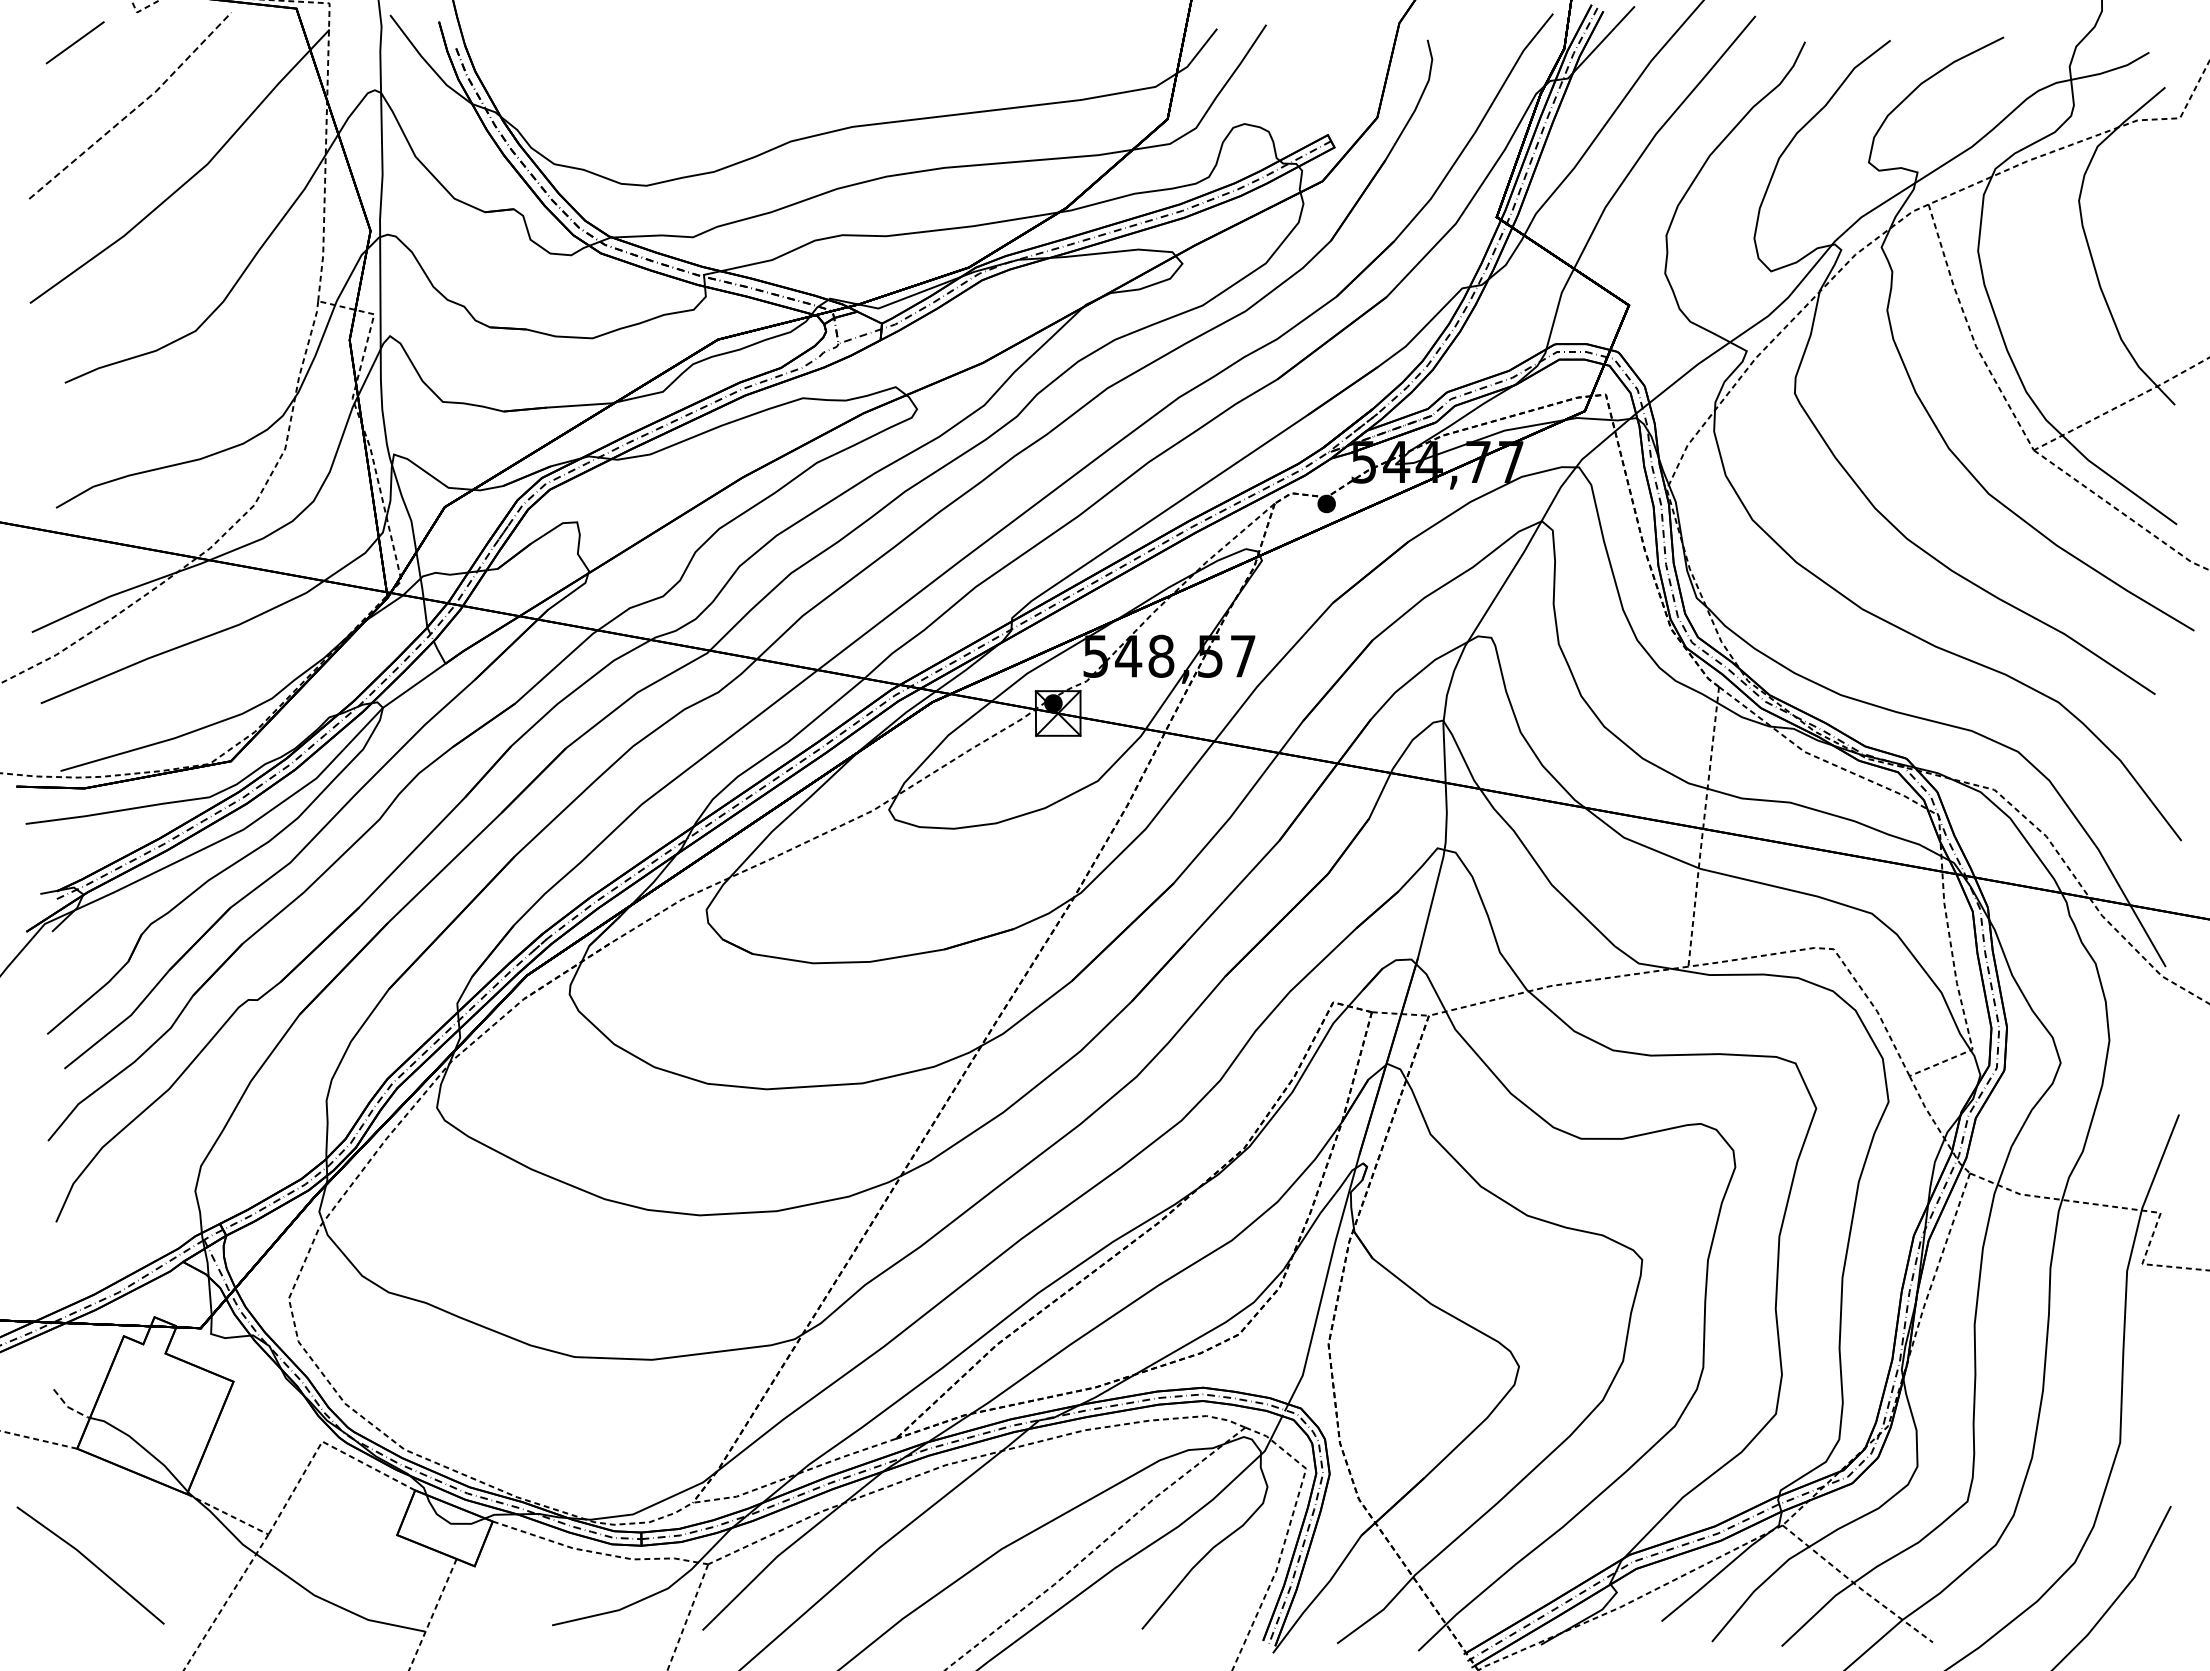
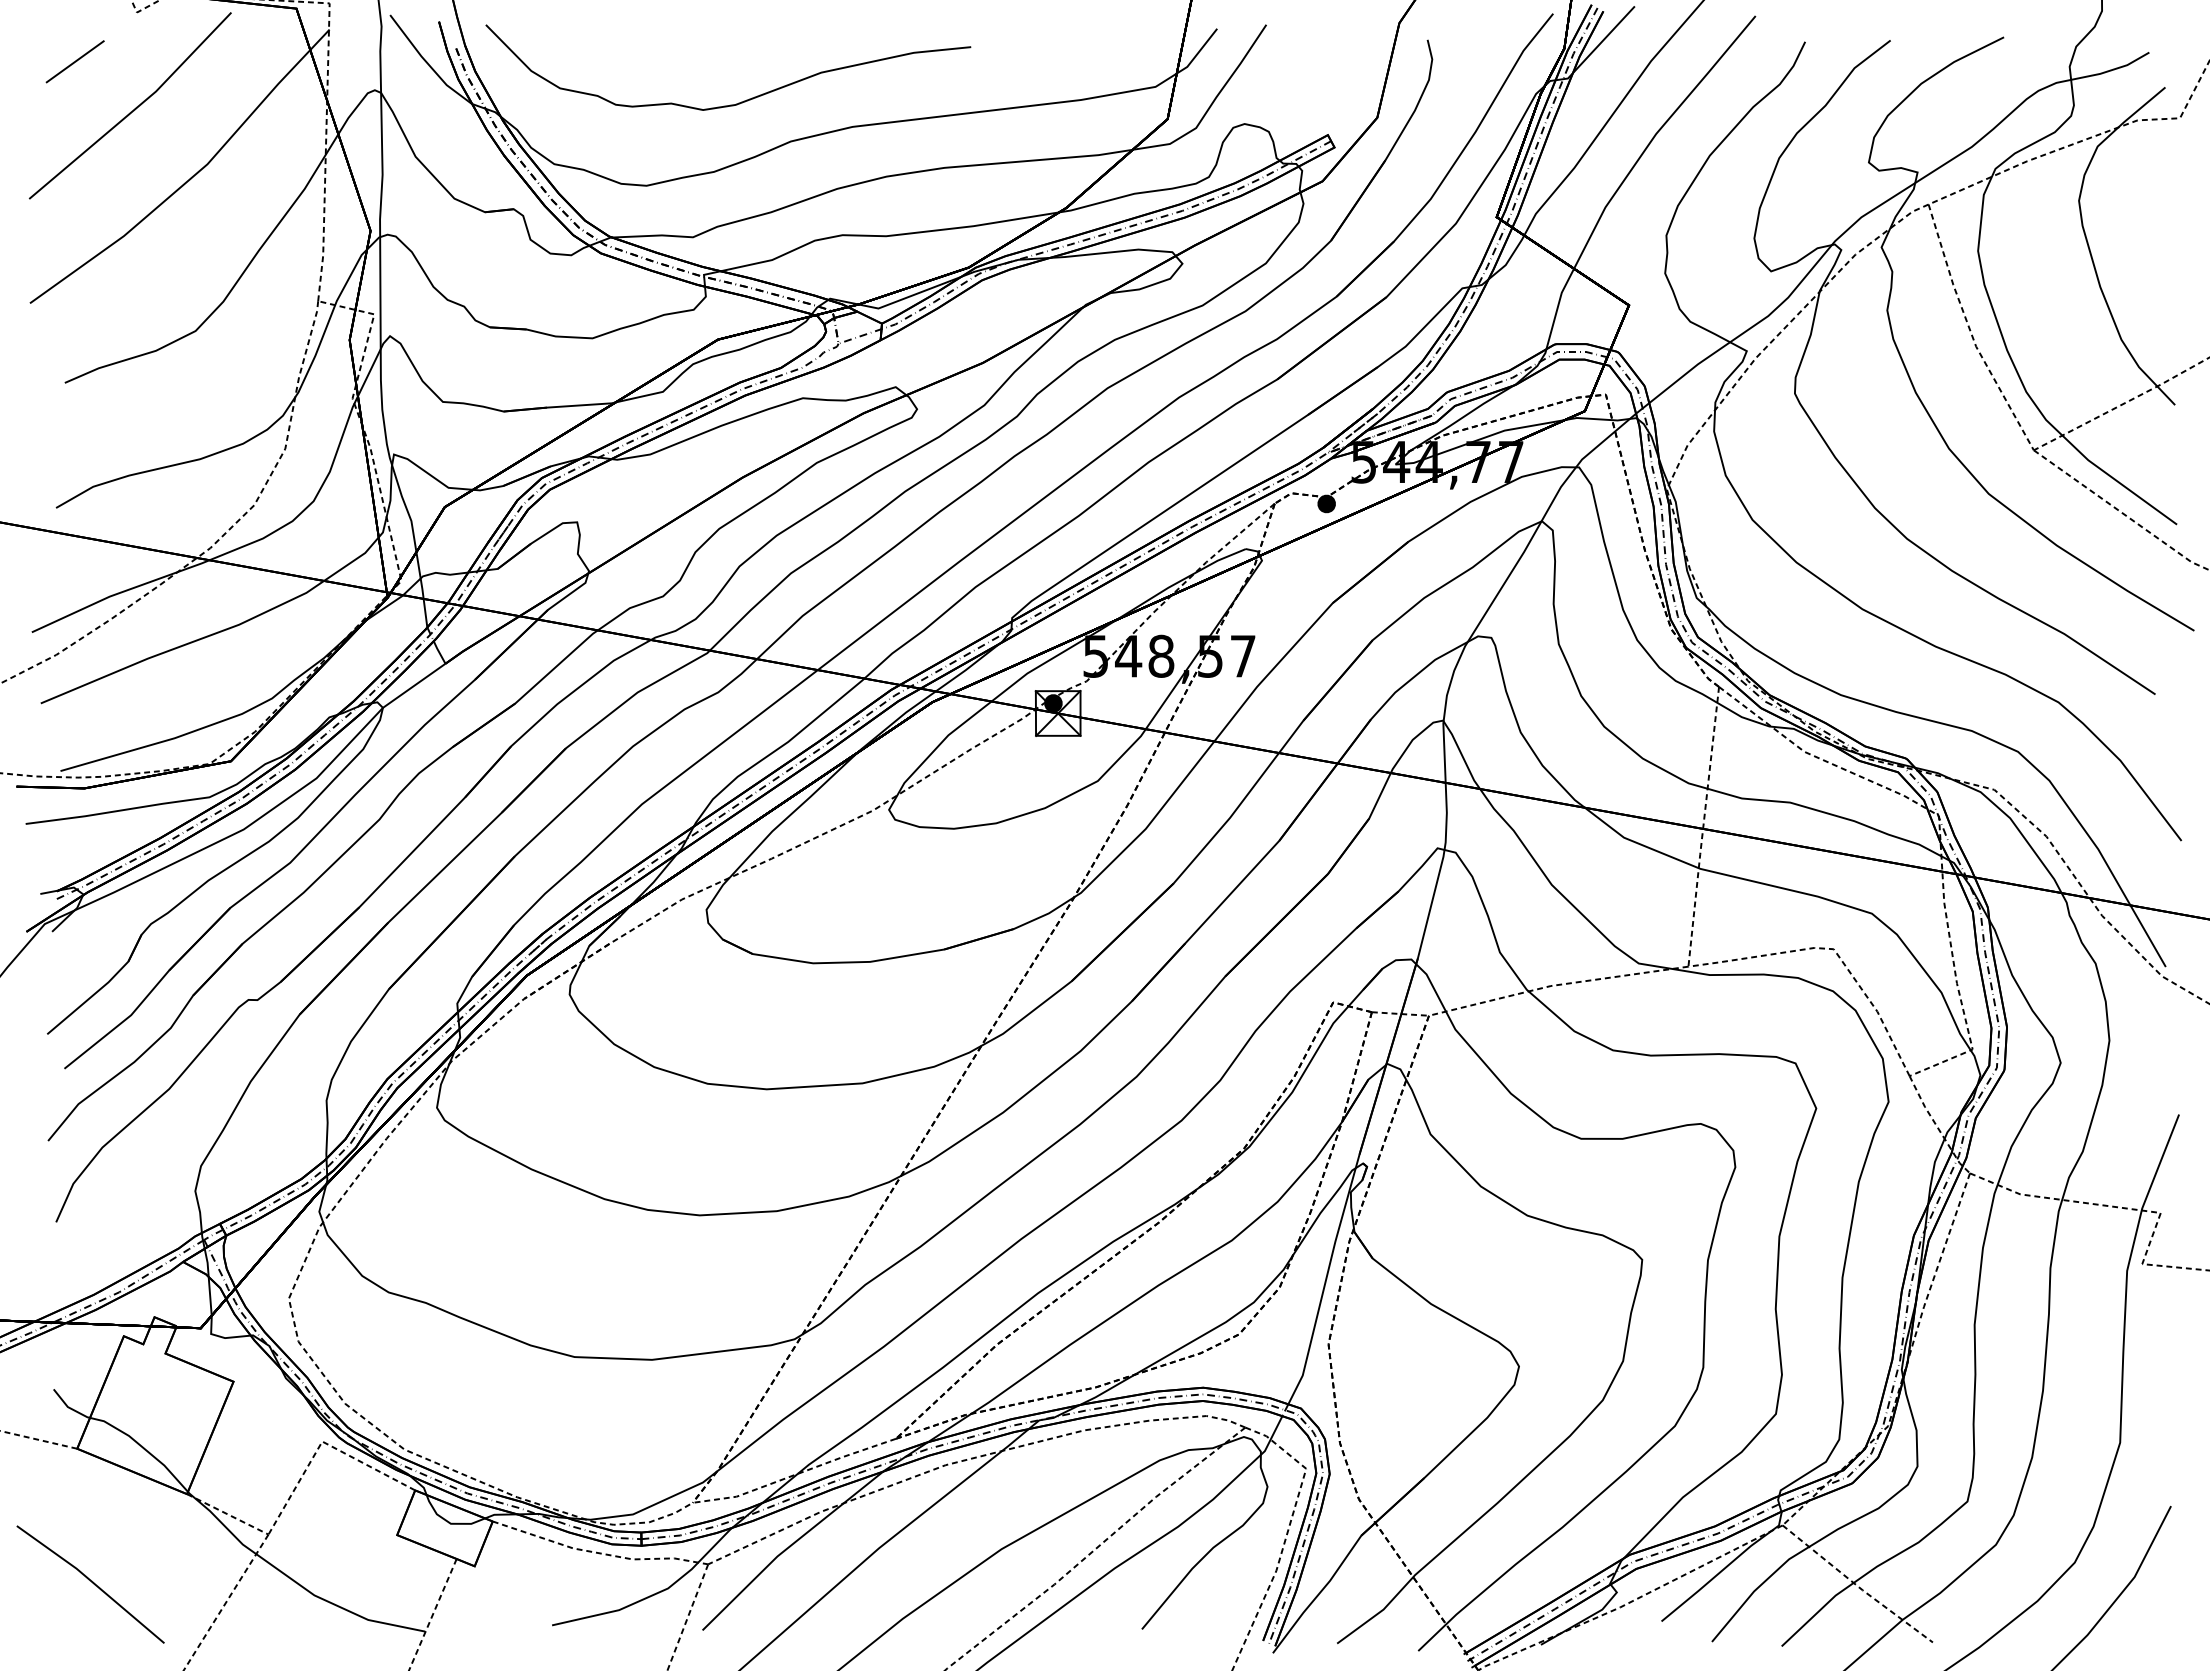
line at (74, 42) position: (74, 42) -> (74, 61)
curve at (741, 101): none -> present
line at (134, 109): dashed -> solid
line at (69, 1407): dashed -> solid
line at (91, 1563) position: (91, 1563) -> (91, 1582)
